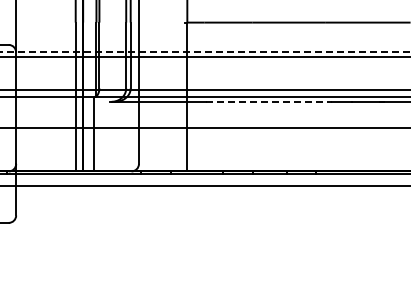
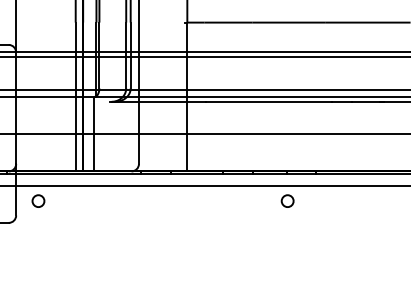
line at (205, 52): dashed -> solid
line at (269, 101): dashed -> solid
line at (204, 128) position: (204, 128) -> (204, 134)
circle at (38, 200): none -> present
circle at (287, 200): none -> present
